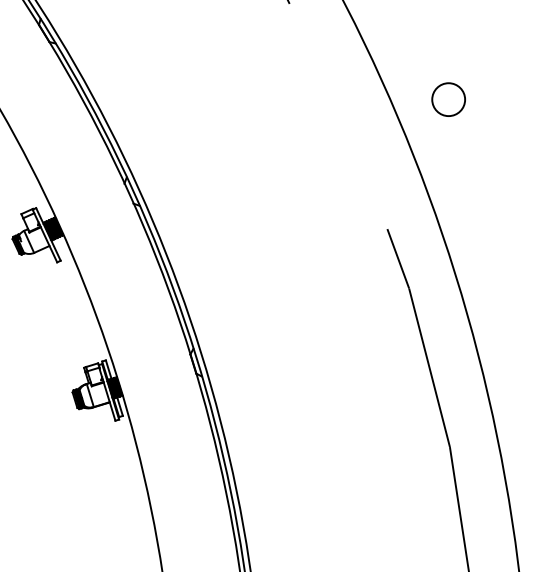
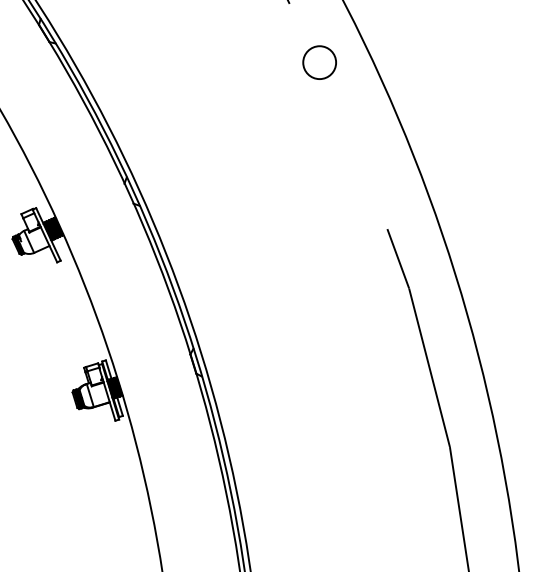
circle at (448, 99) position: (448, 99) -> (319, 62)
